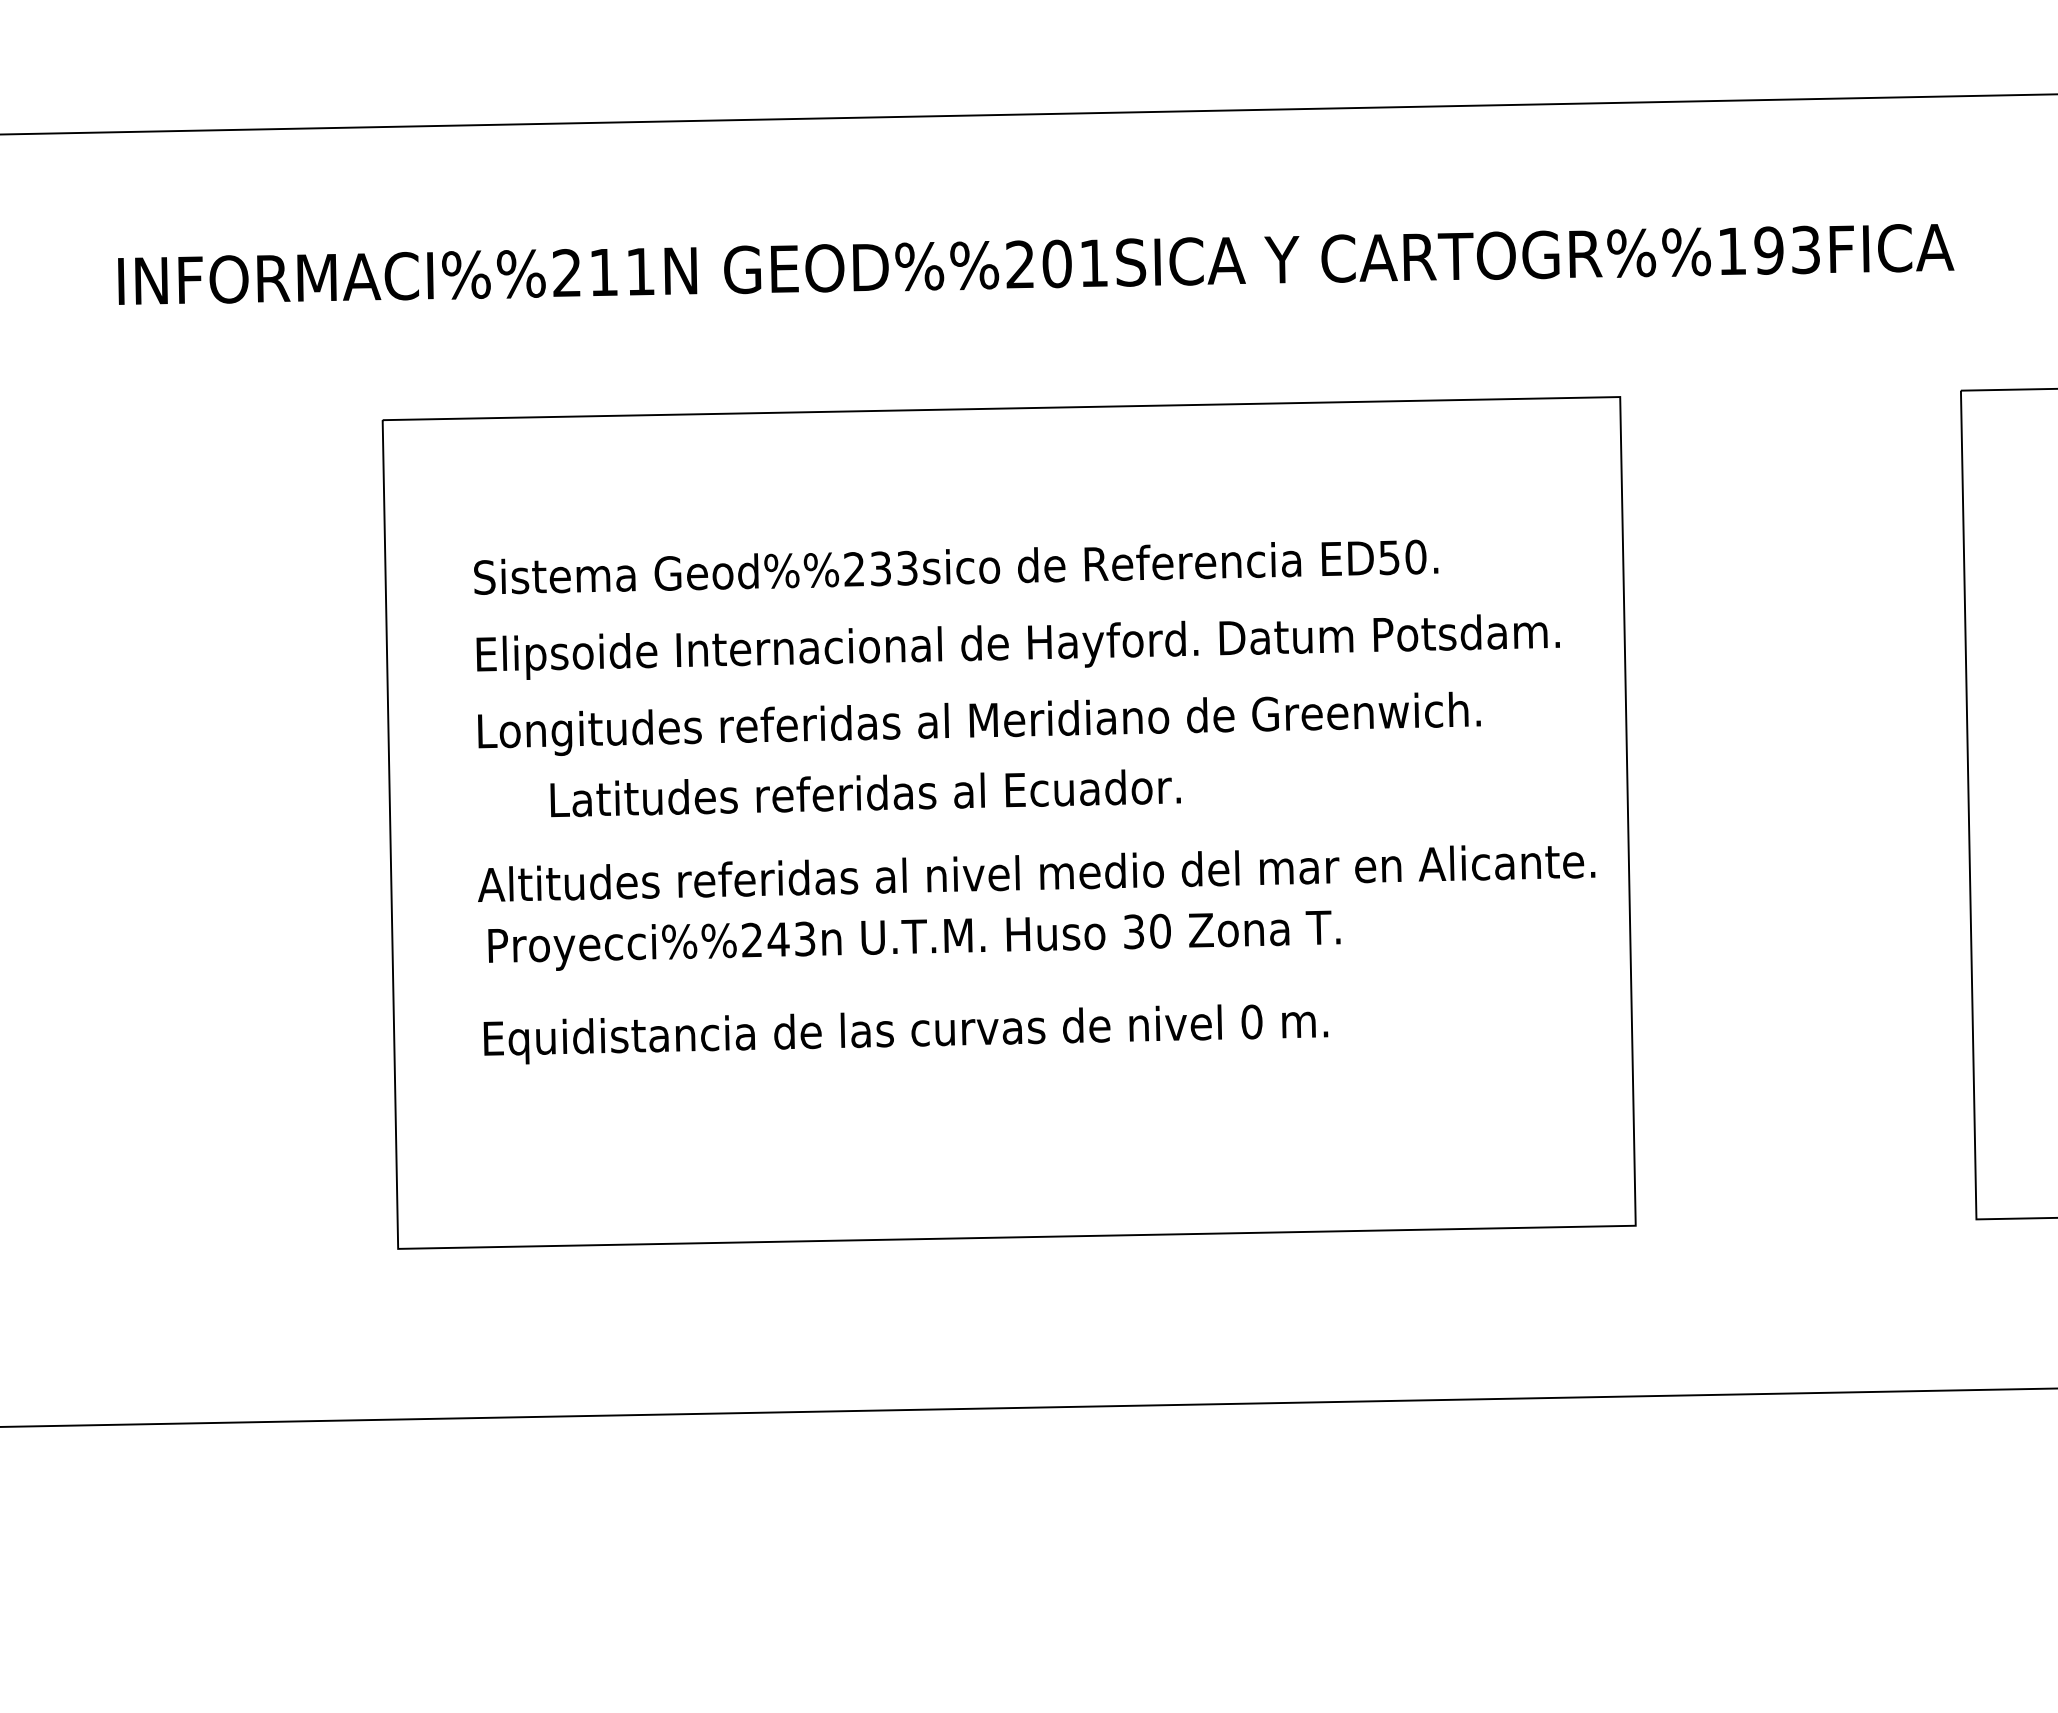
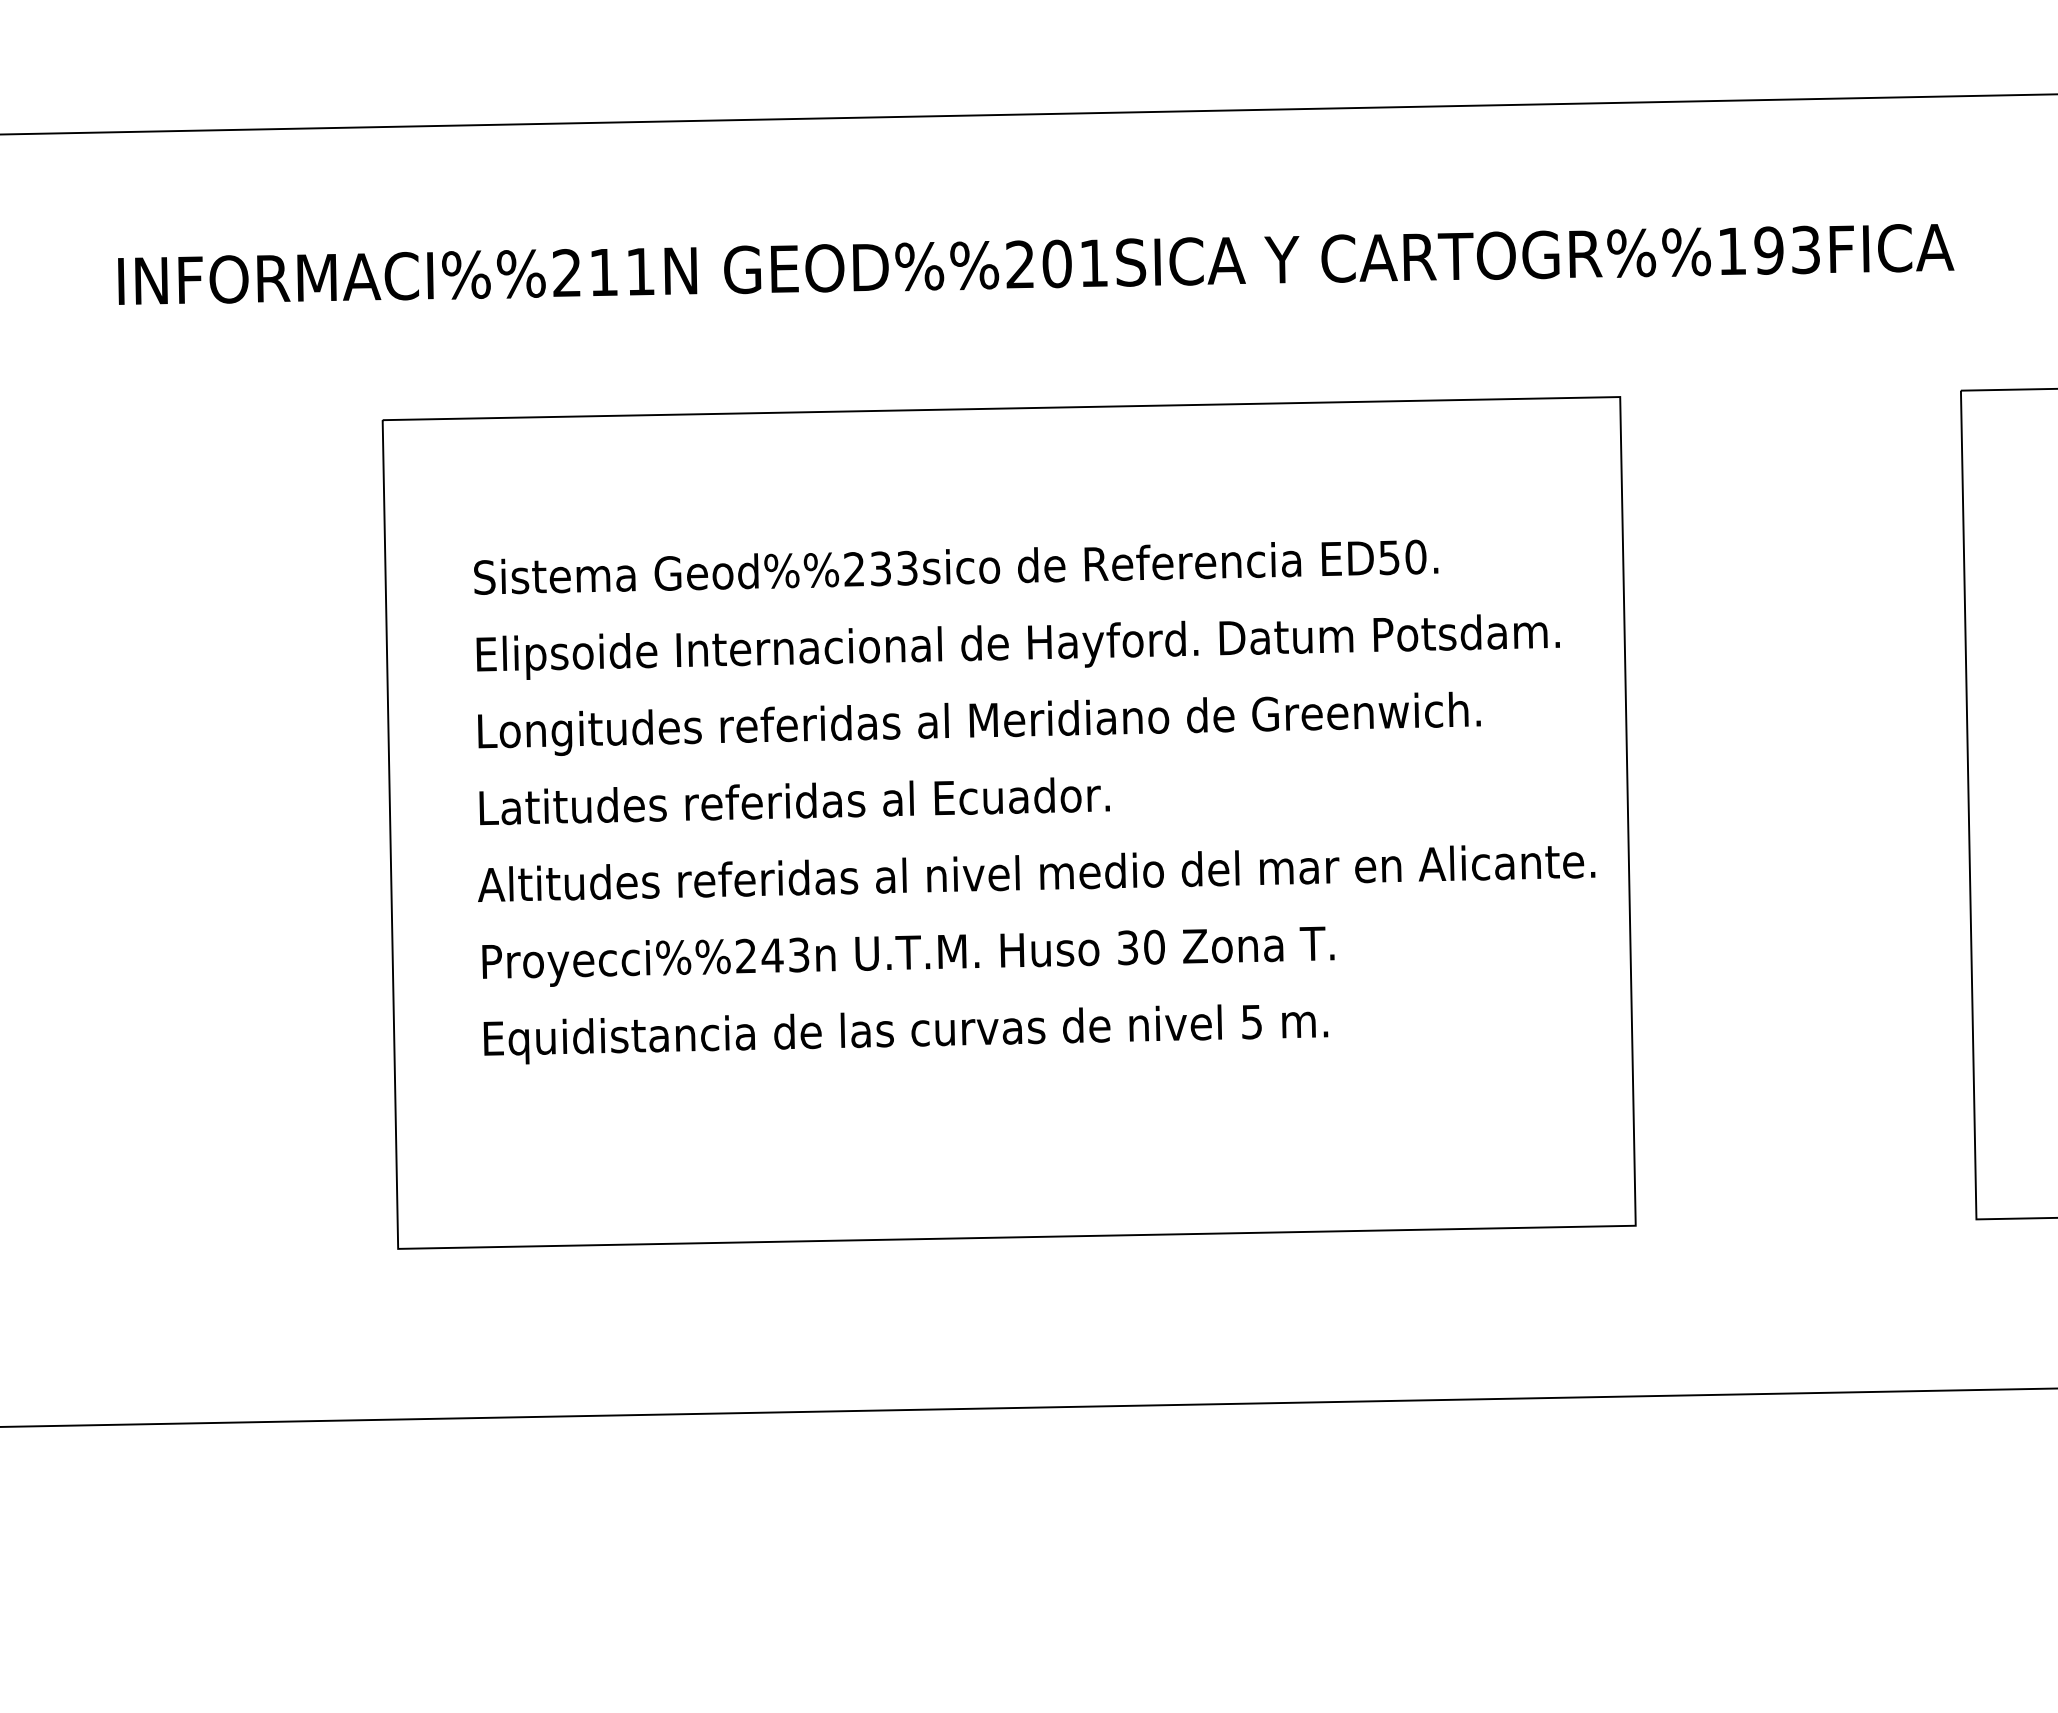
text at (865, 793) position: (865, 793) -> (794, 801)
text at (914, 940) position: (914, 940) -> (908, 956)
text at (1251, 1021): 0 -> 5
